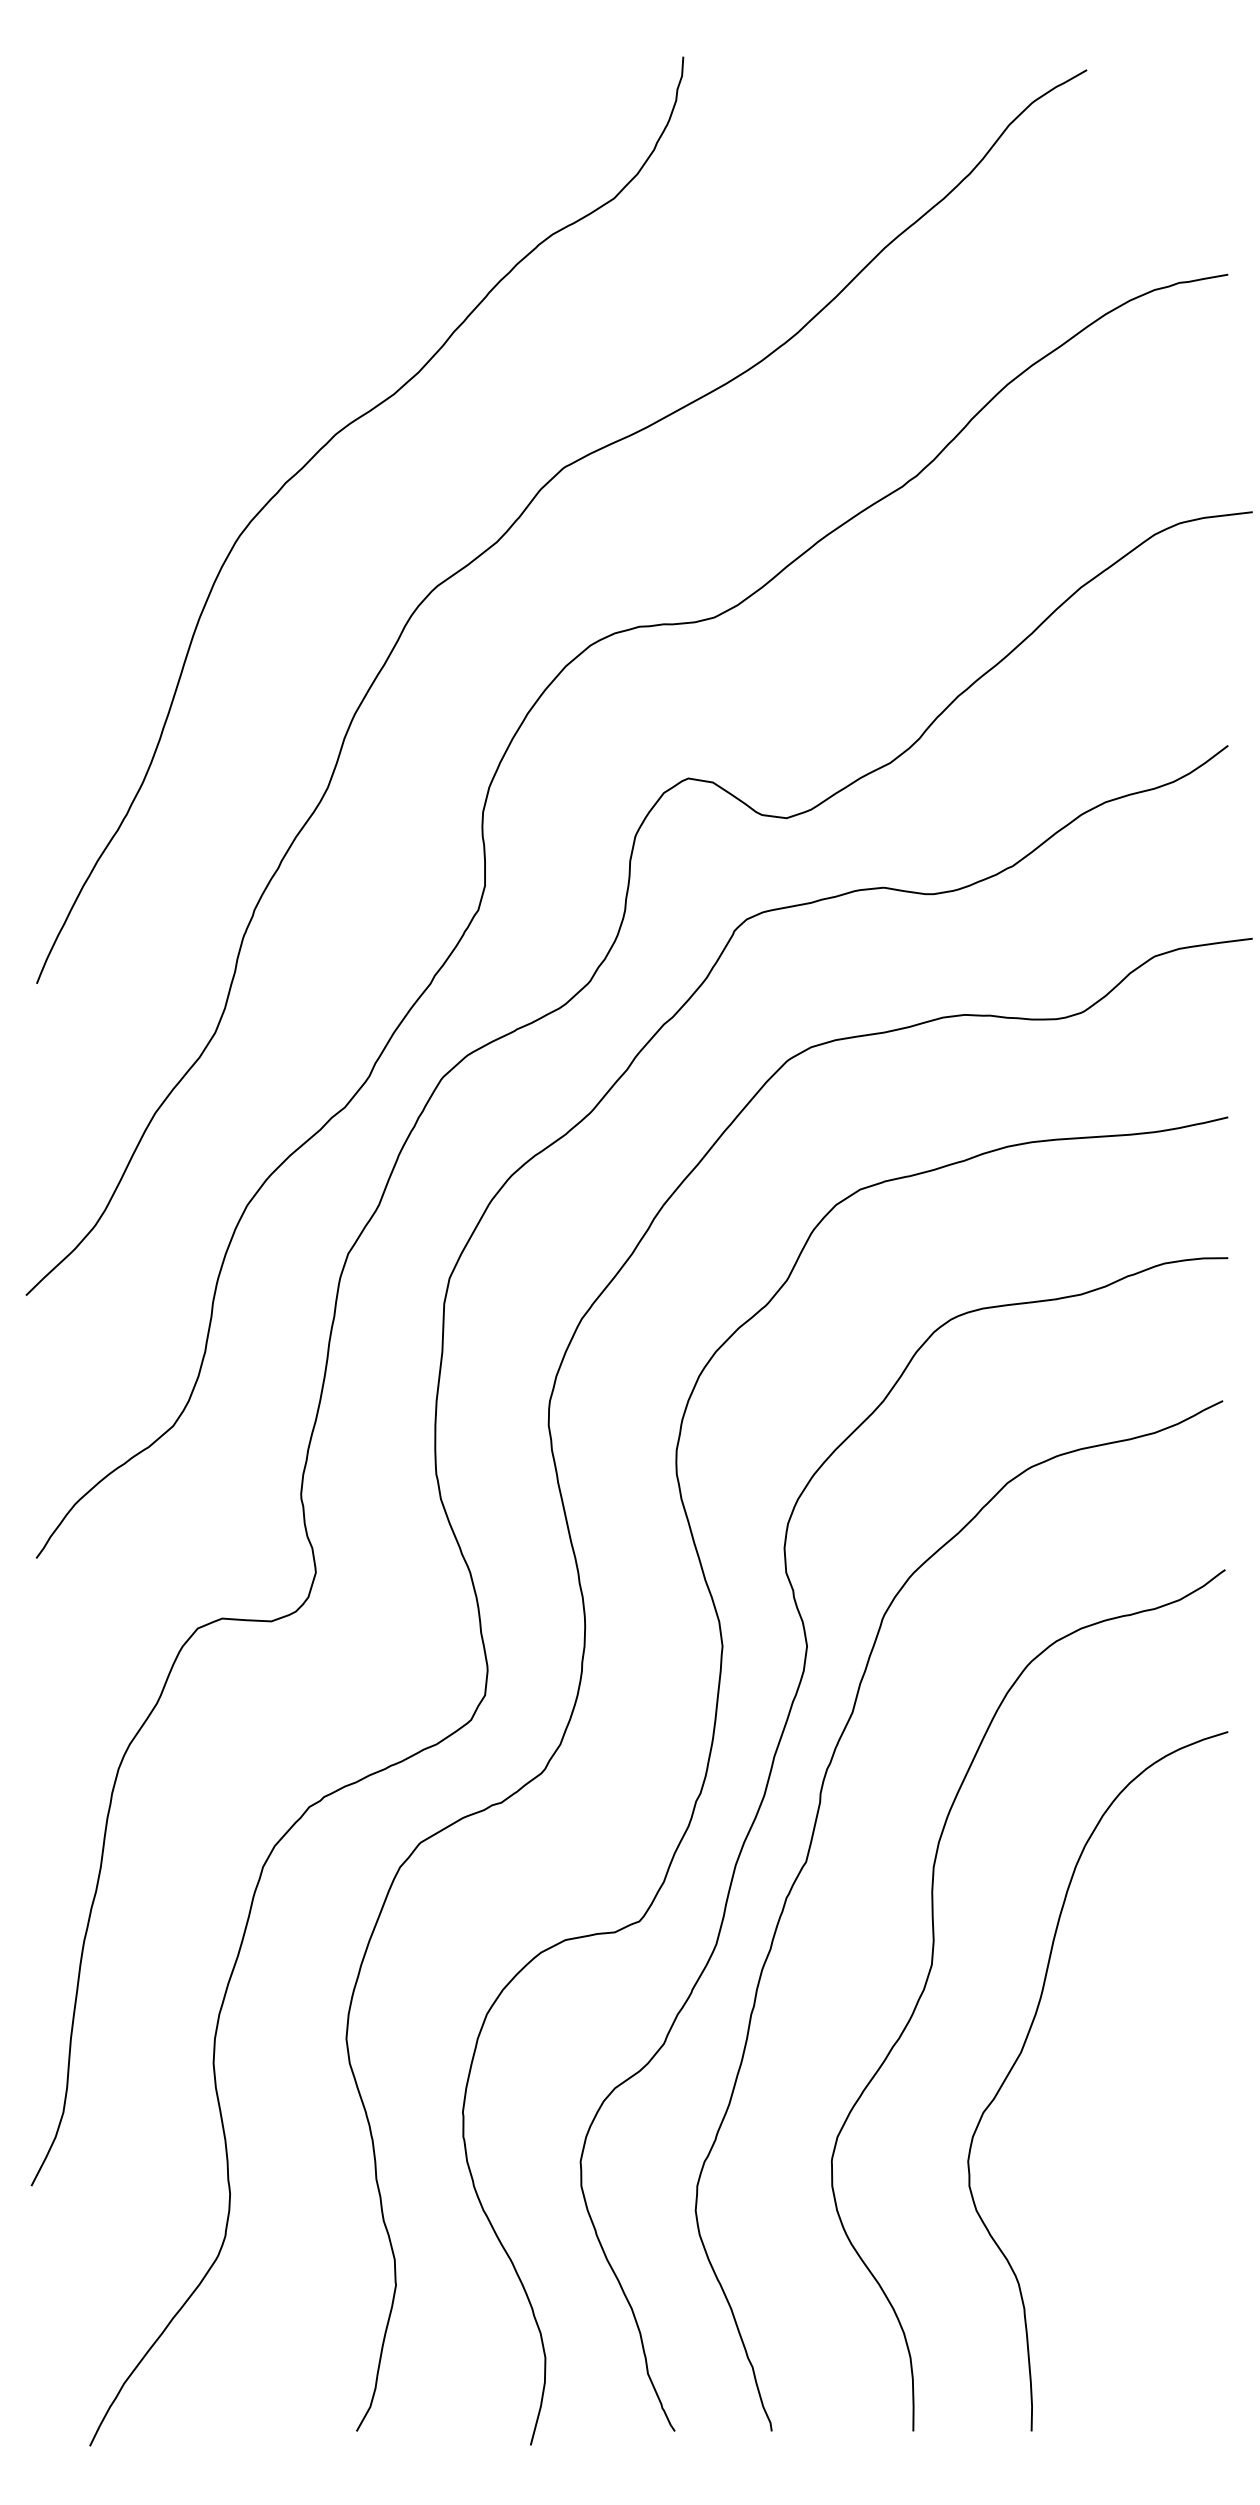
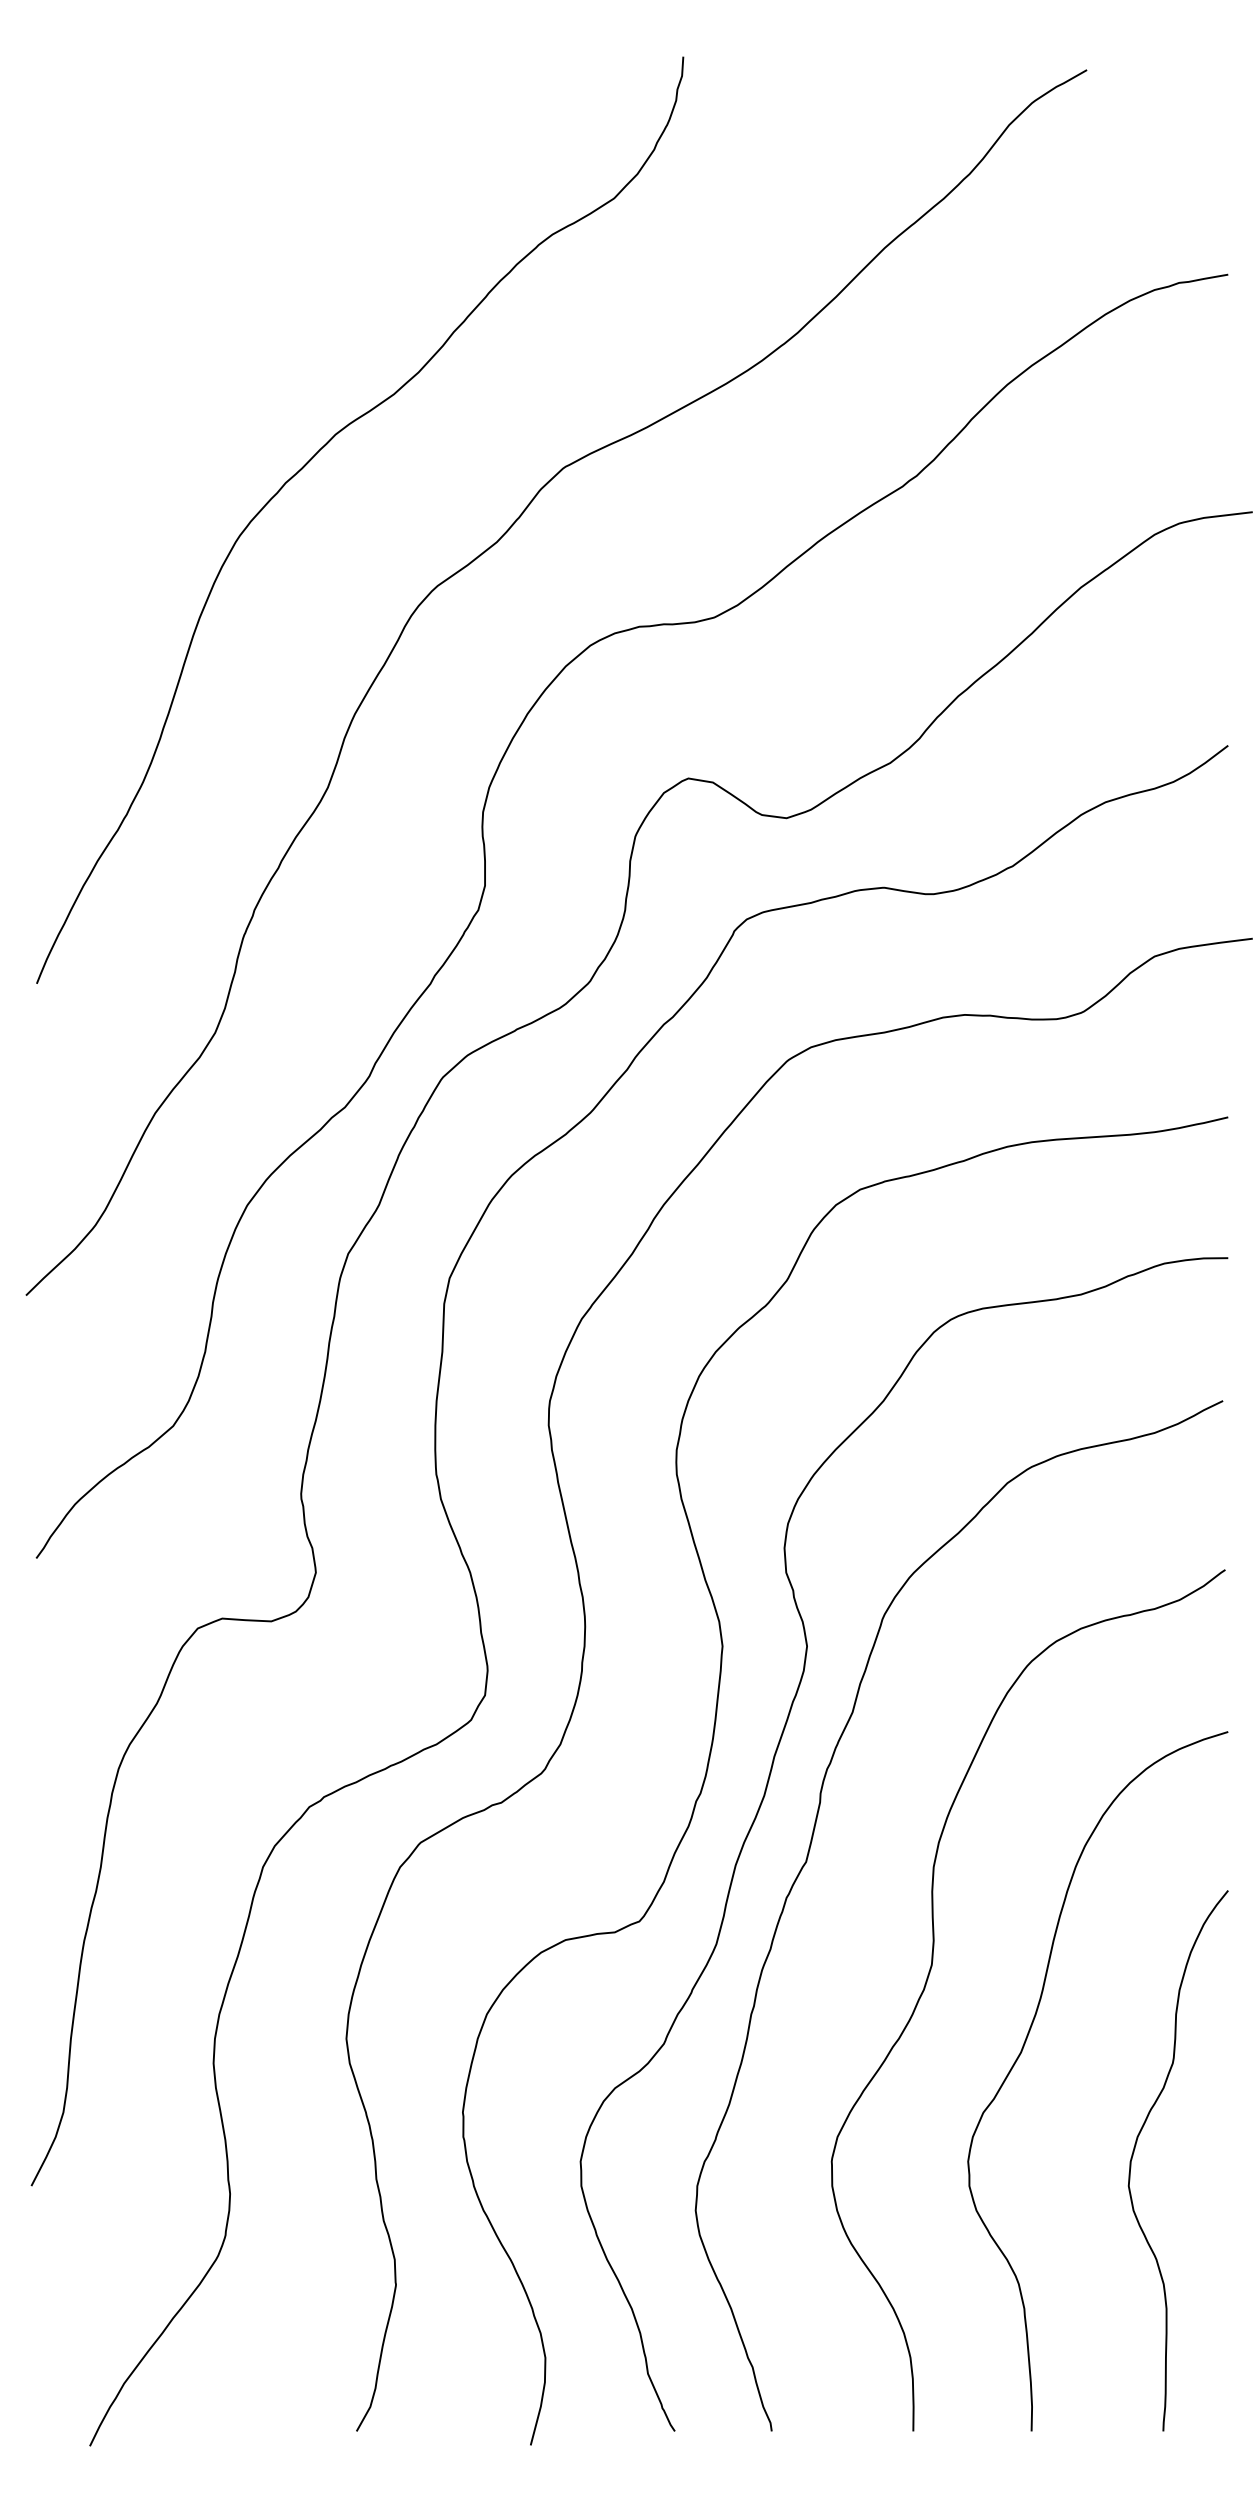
curve at (1136, 2145): none -> present
